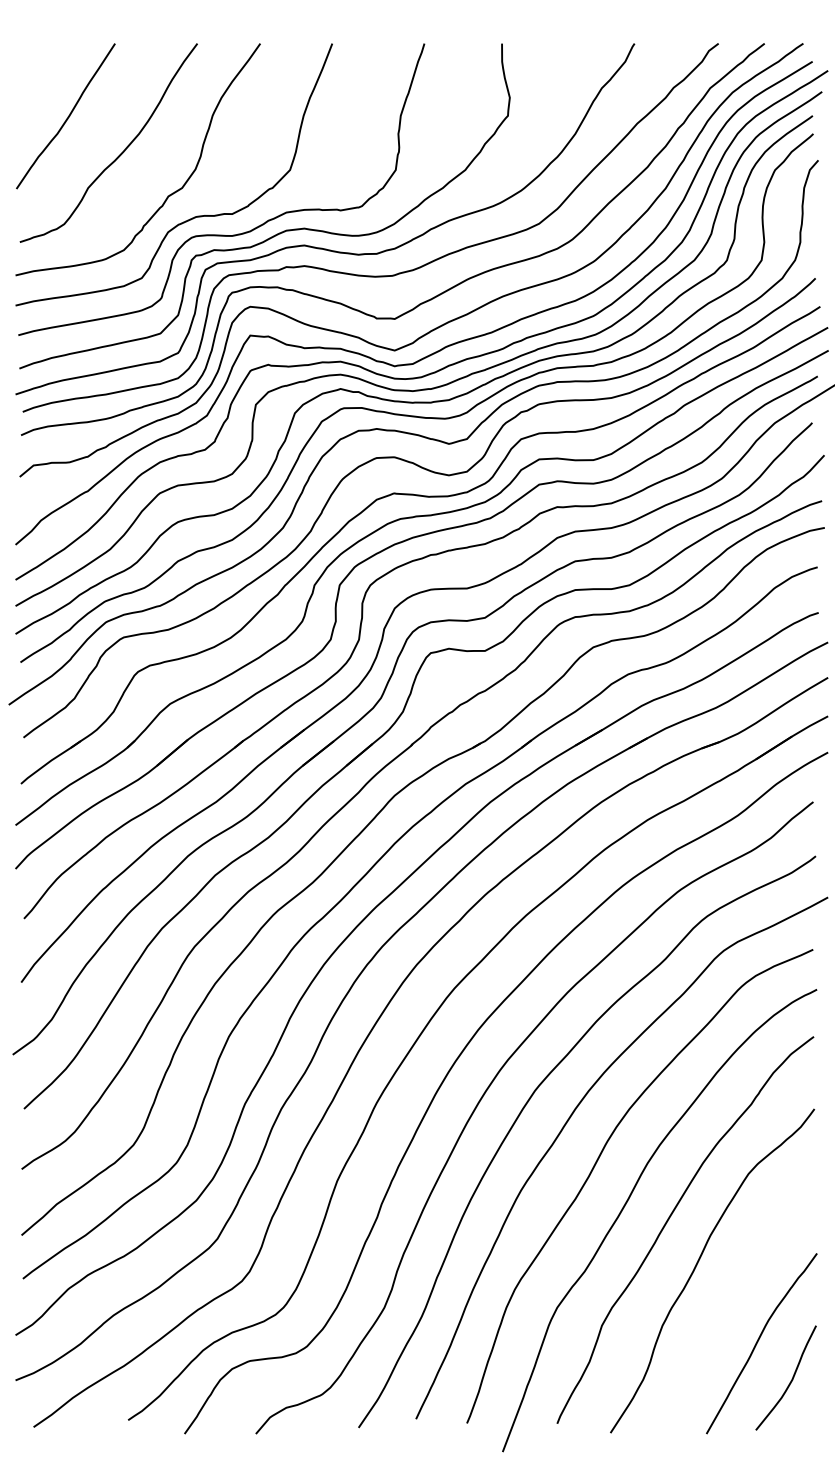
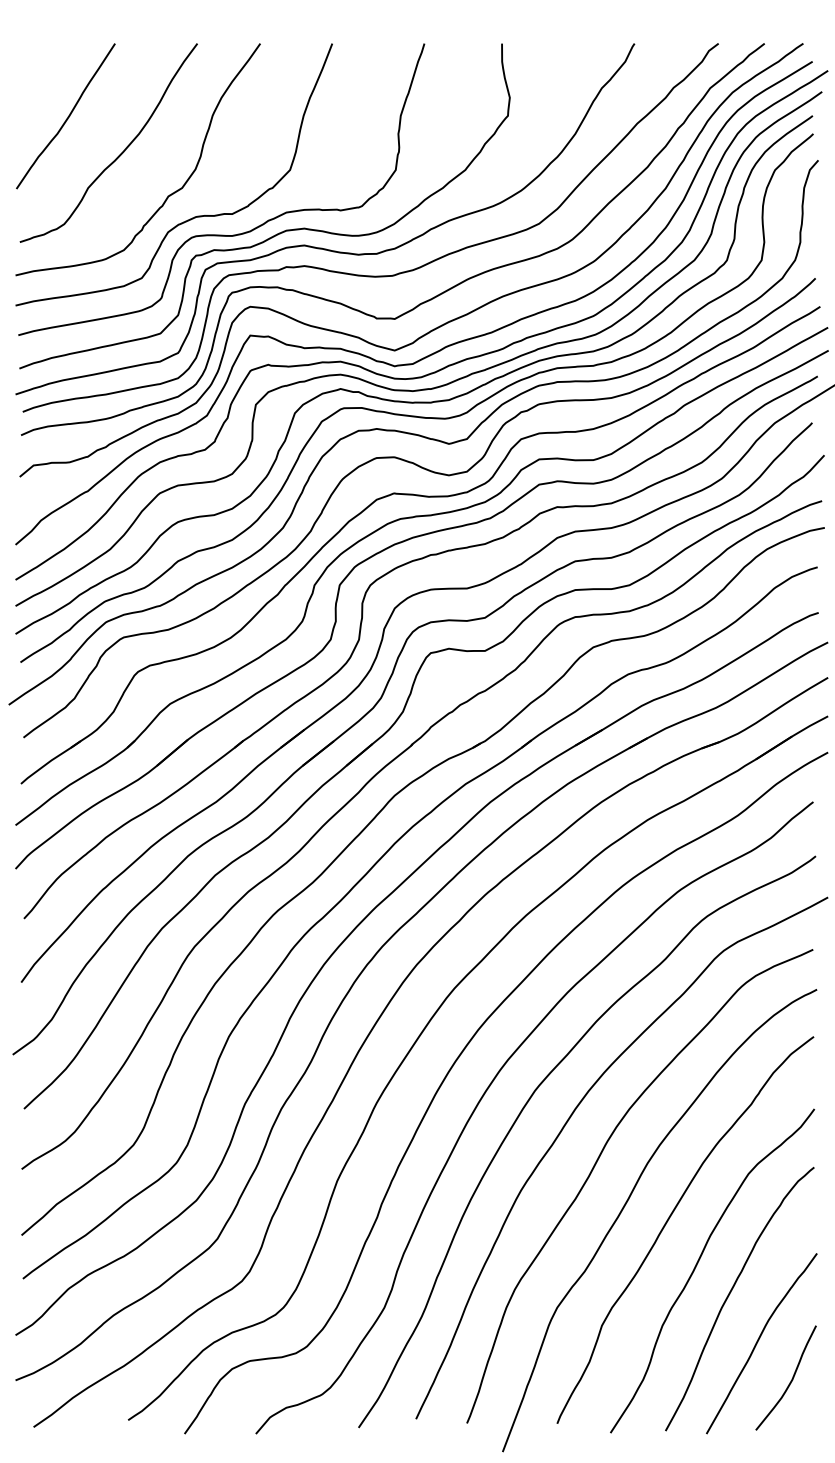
curve at (730, 1294): none -> present
